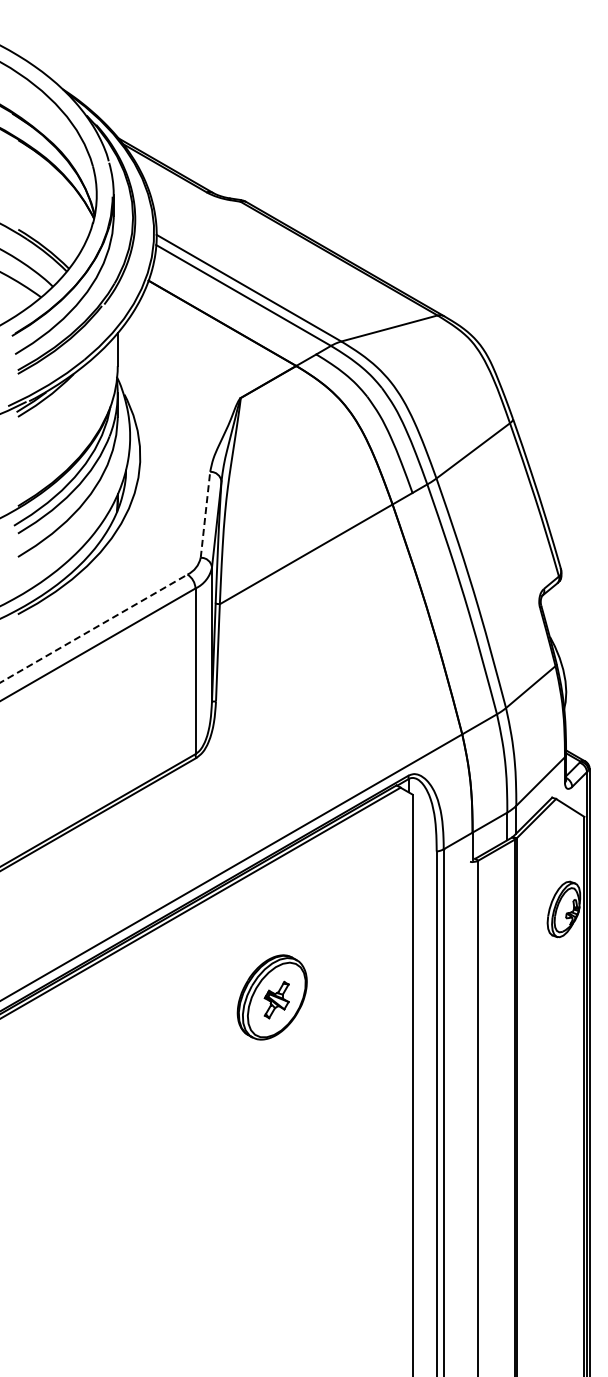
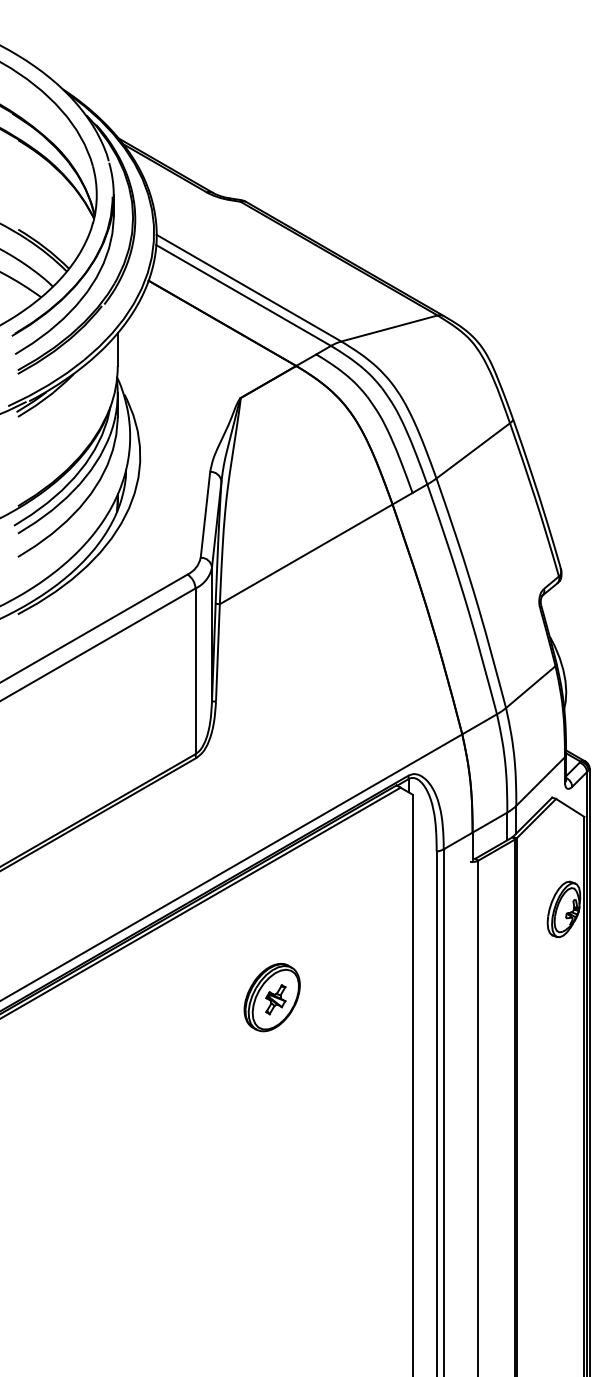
line at (205, 514): dashed -> solid
line at (94, 628): dashed -> solid
part at (271, 997) size: 72x87 px -> 58x70 px
